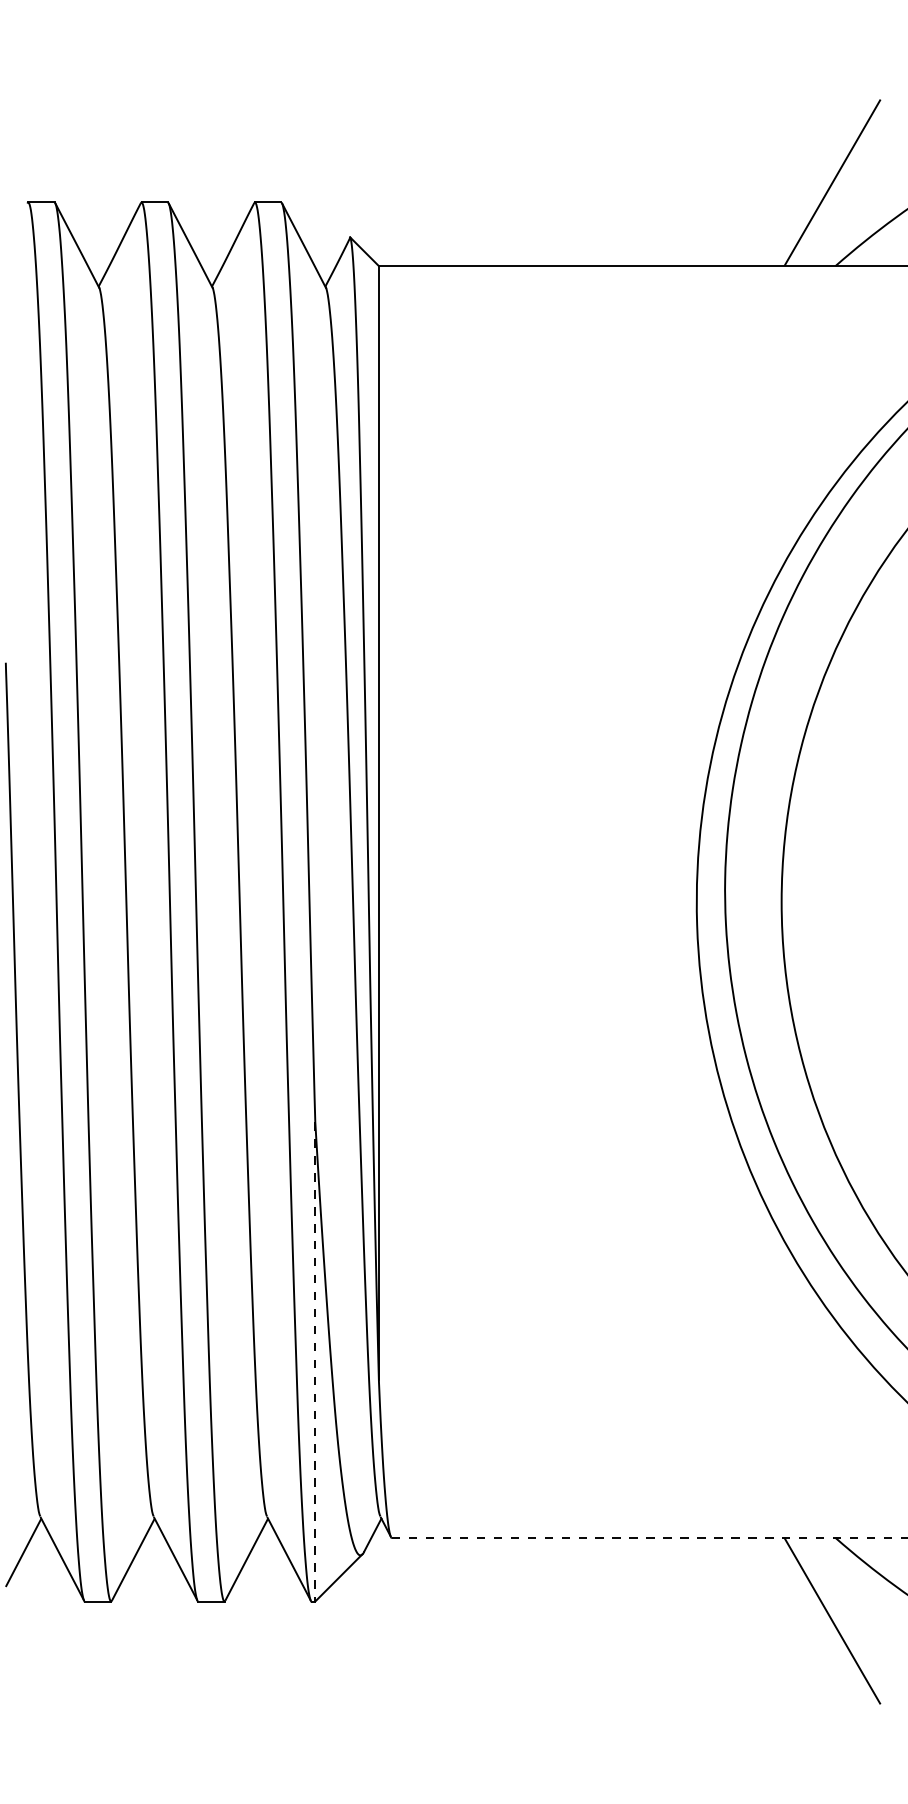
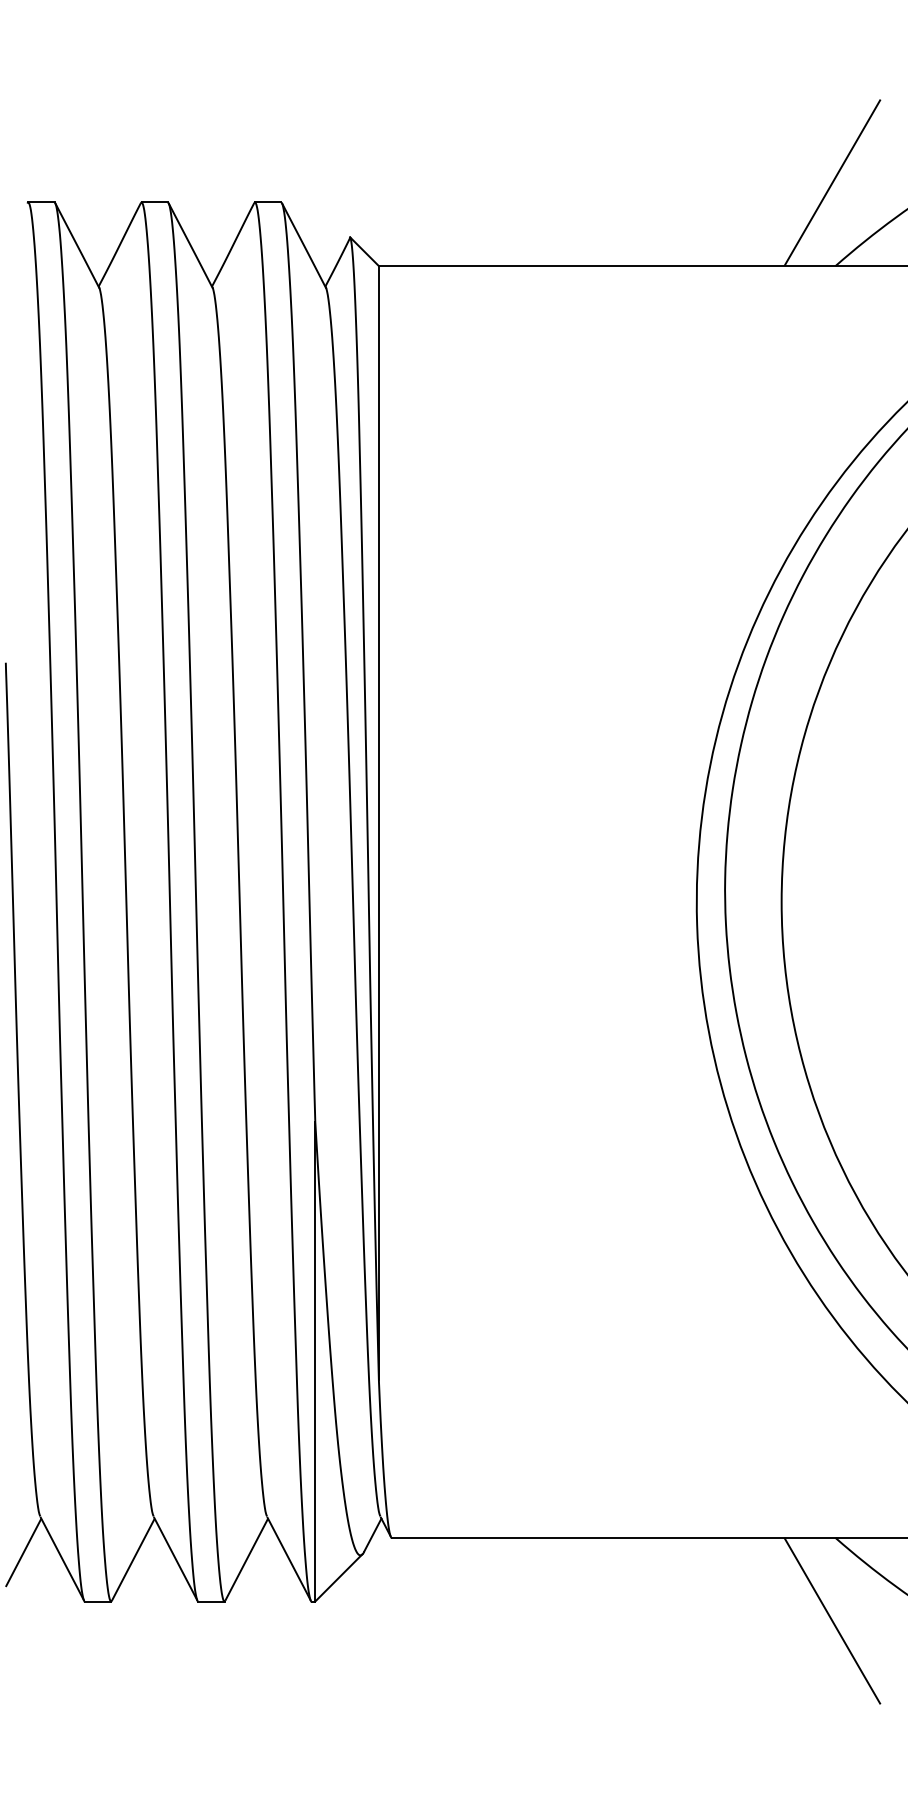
line at (315, 1361): dashed -> solid
line at (649, 1537): dashed -> solid
